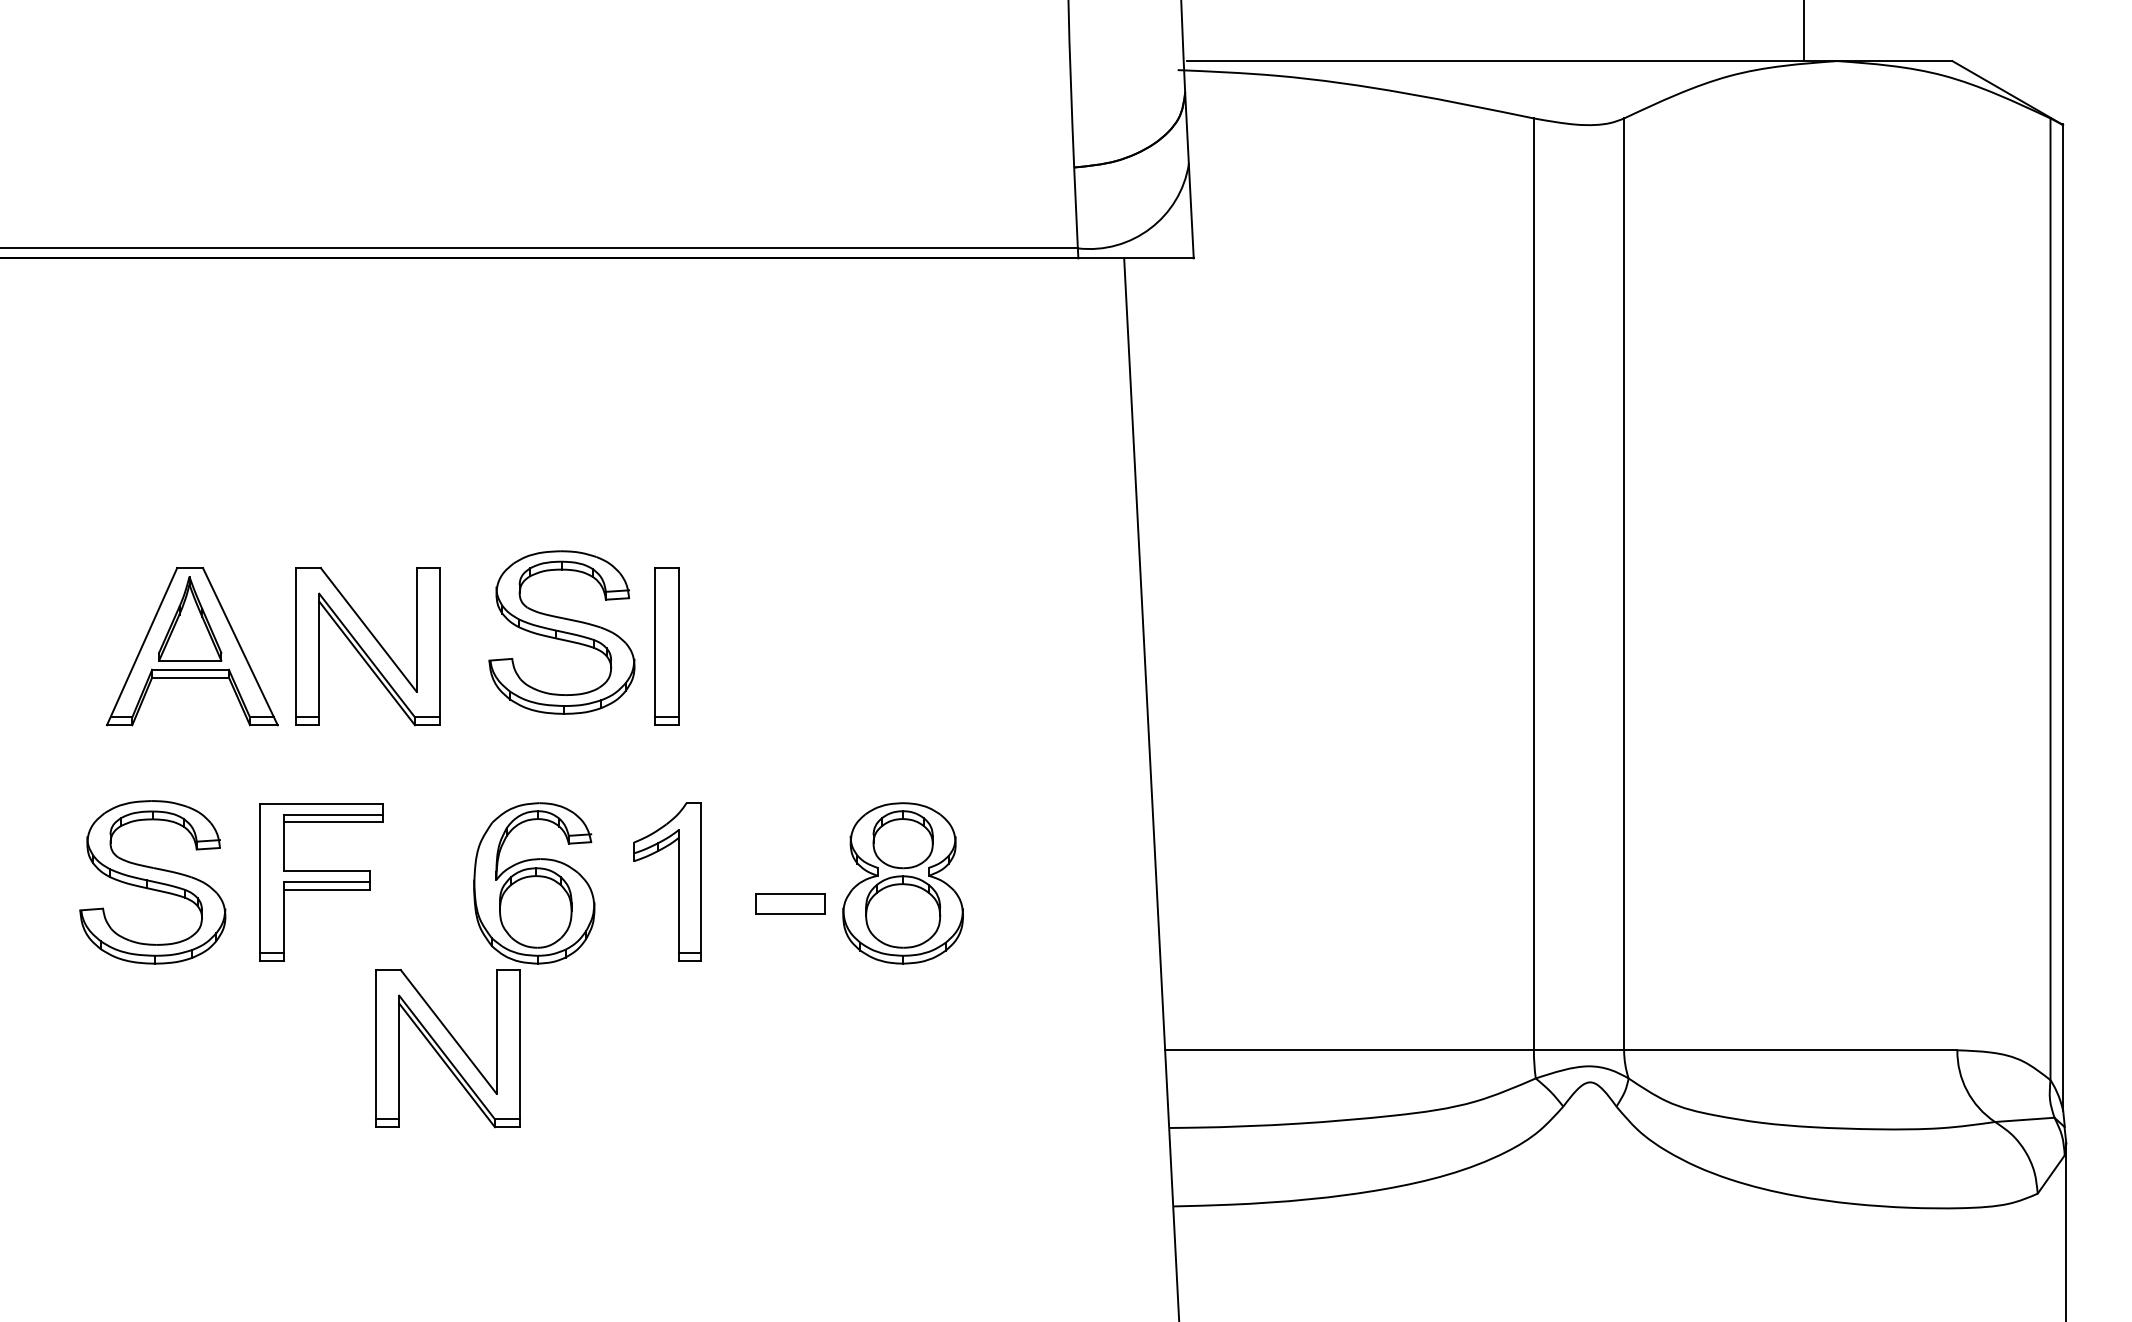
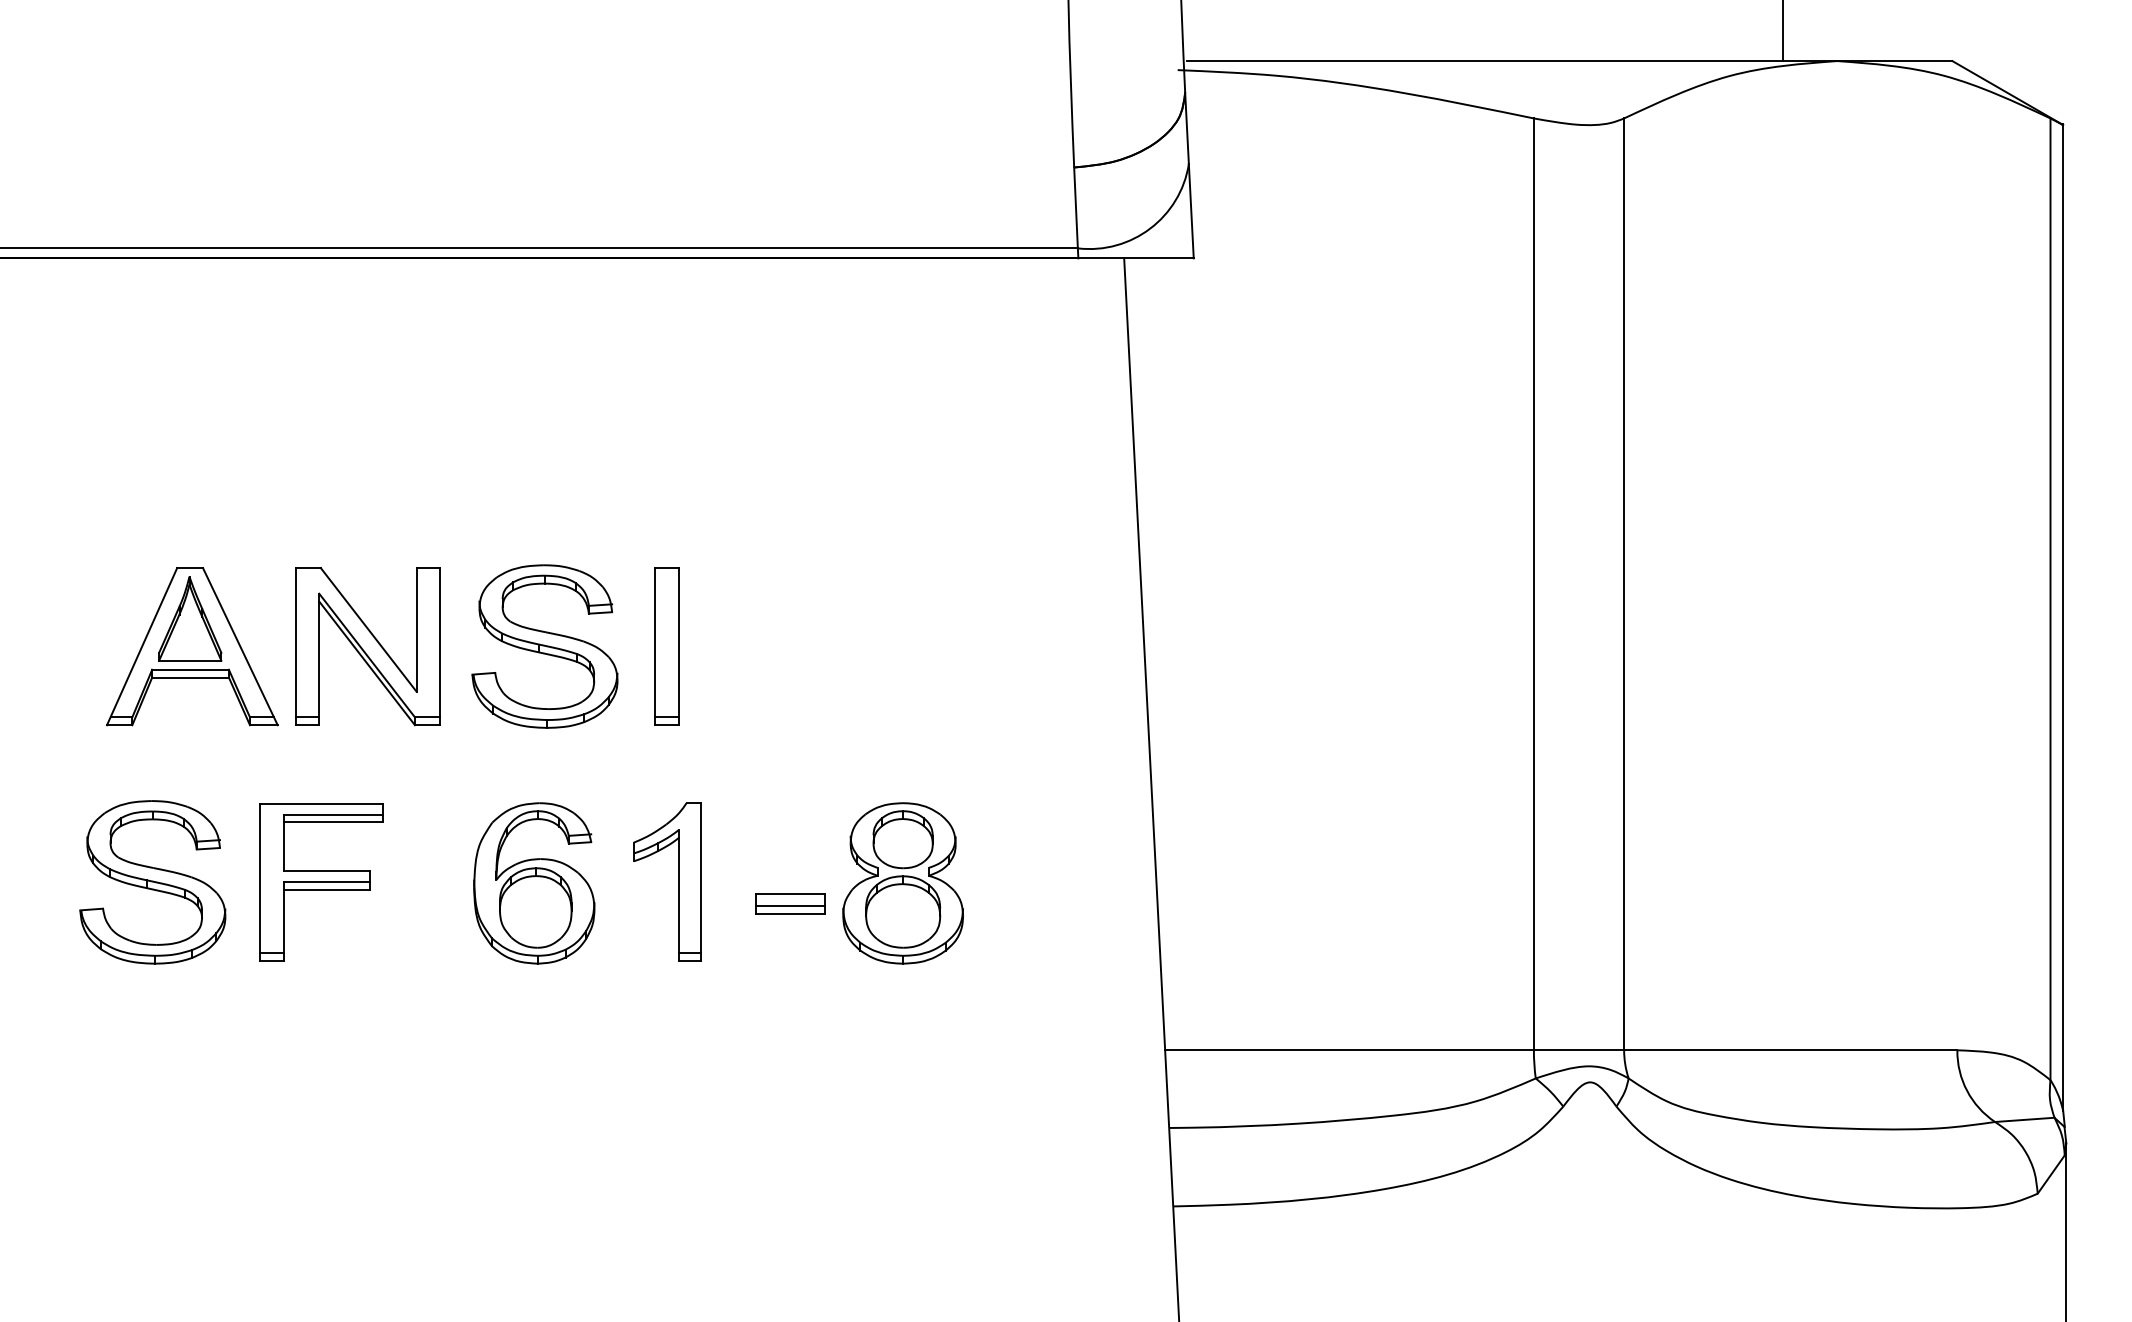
line at (1803, 31) position: (1803, 31) -> (1782, 31)
part at (561, 632) position: (561, 632) -> (544, 646)
line at (790, 905): none -> present
part at (447, 1048): present -> none
